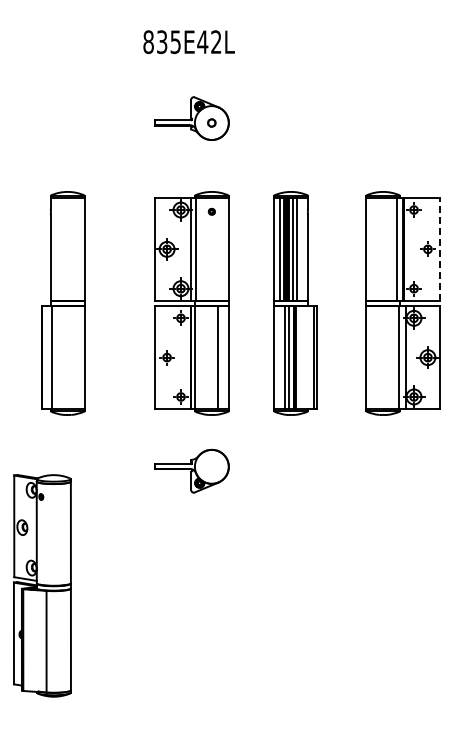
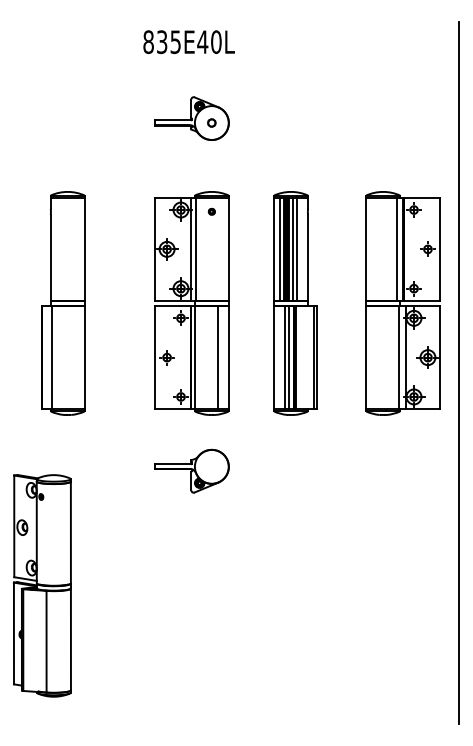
text at (216, 41): 835E42L -> 835E40L
line at (440, 248): dashed -> solid
line at (459, 372): none -> present
